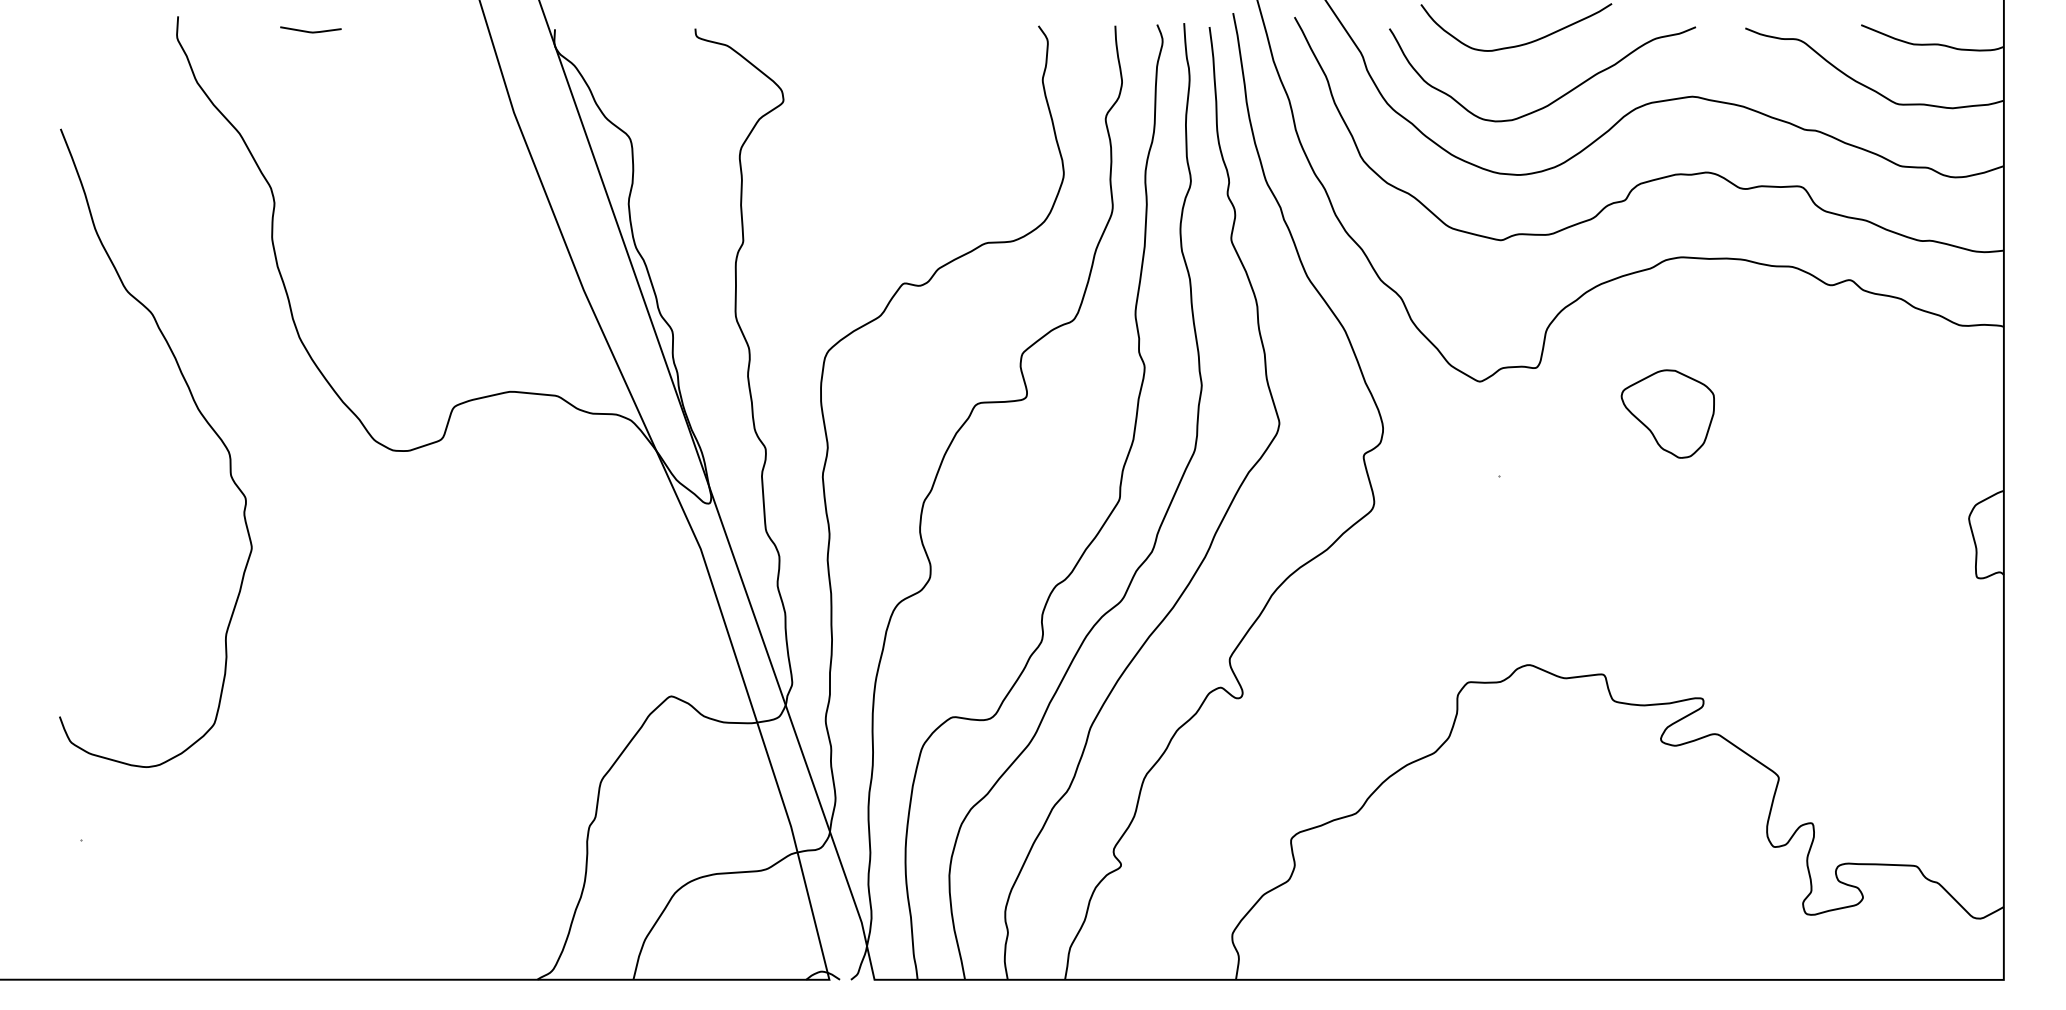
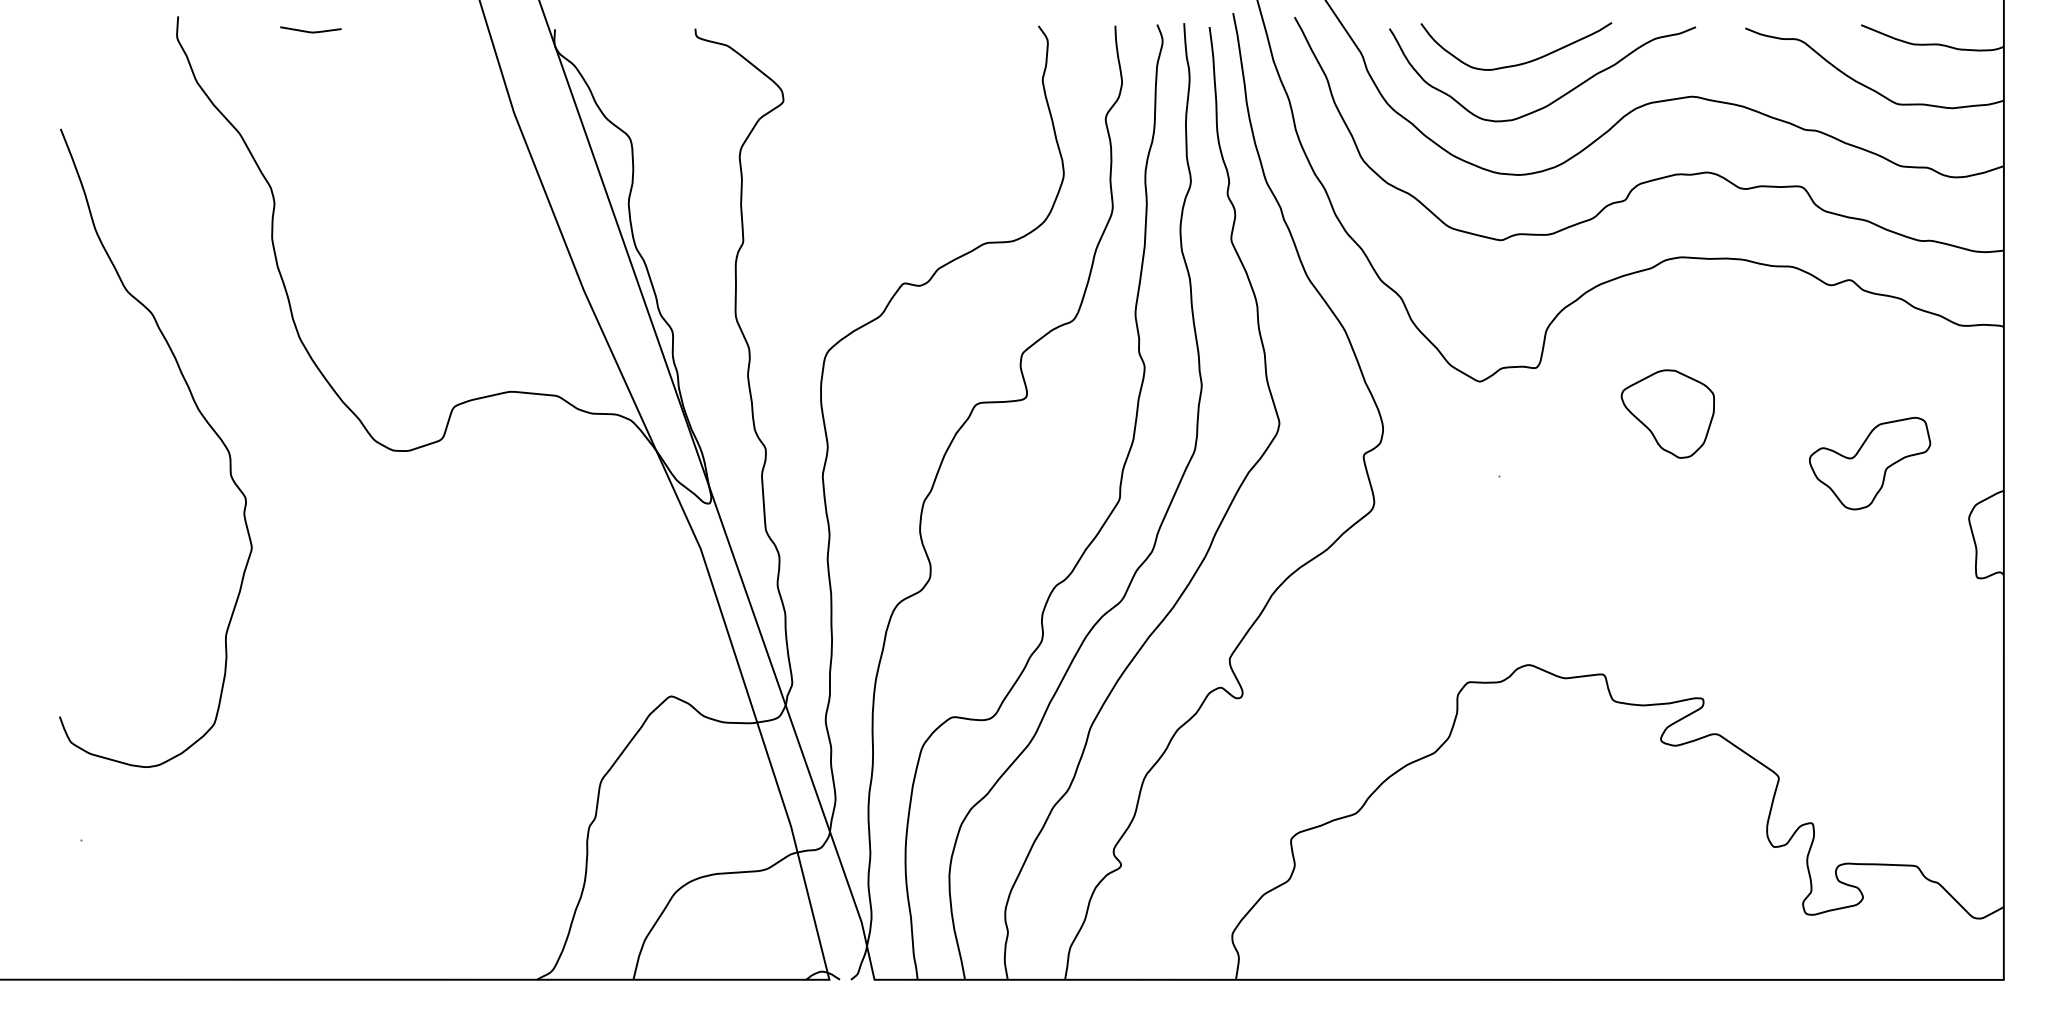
curve at (1519, 44) position: (1519, 44) -> (1519, 63)
part at (1870, 463): none -> present
